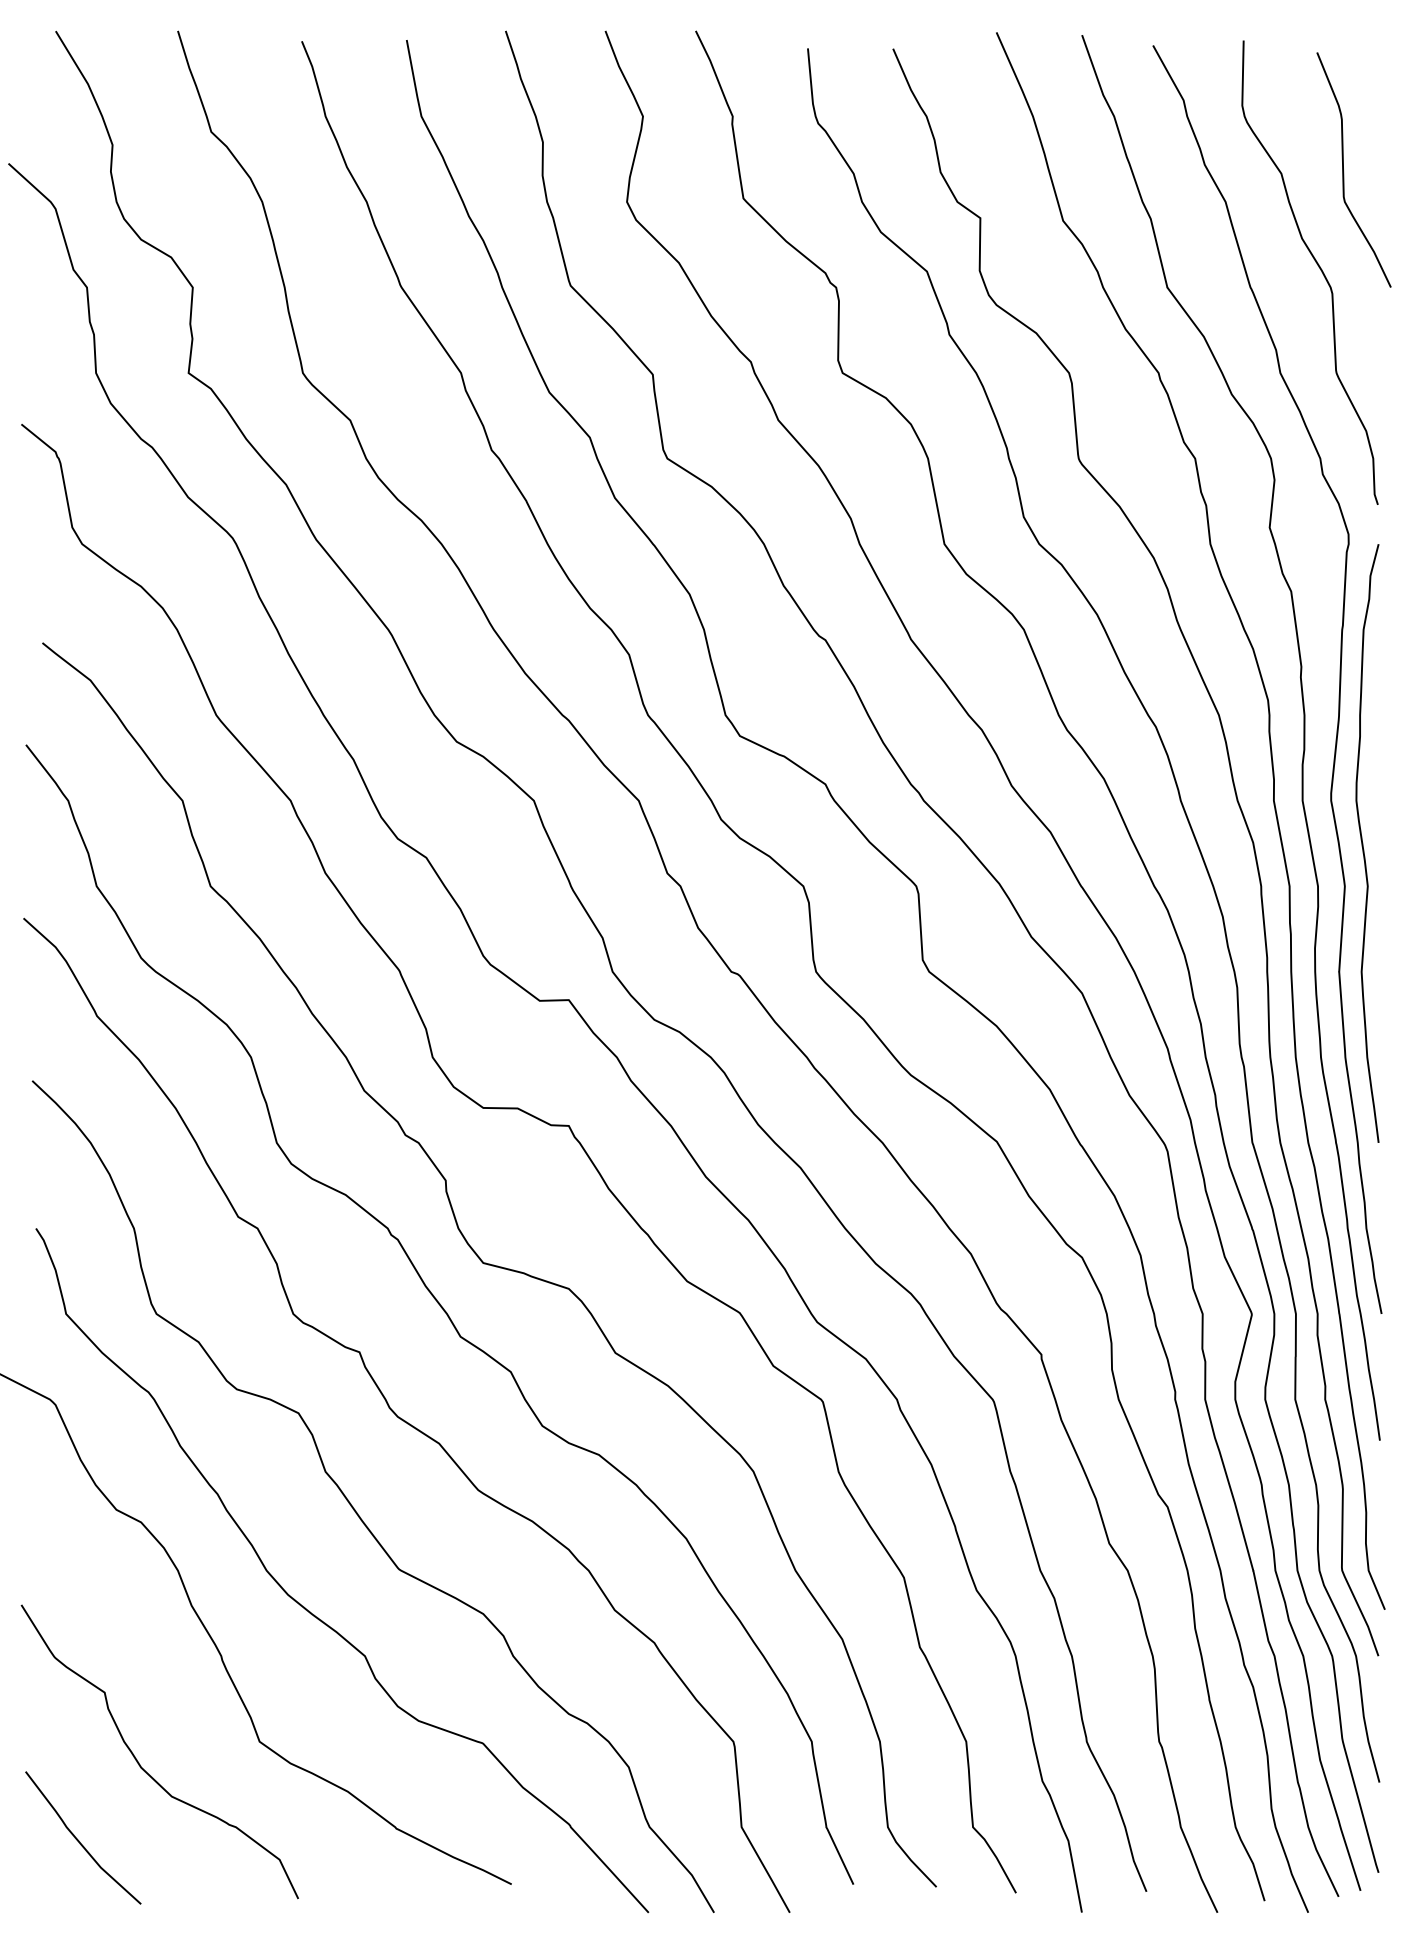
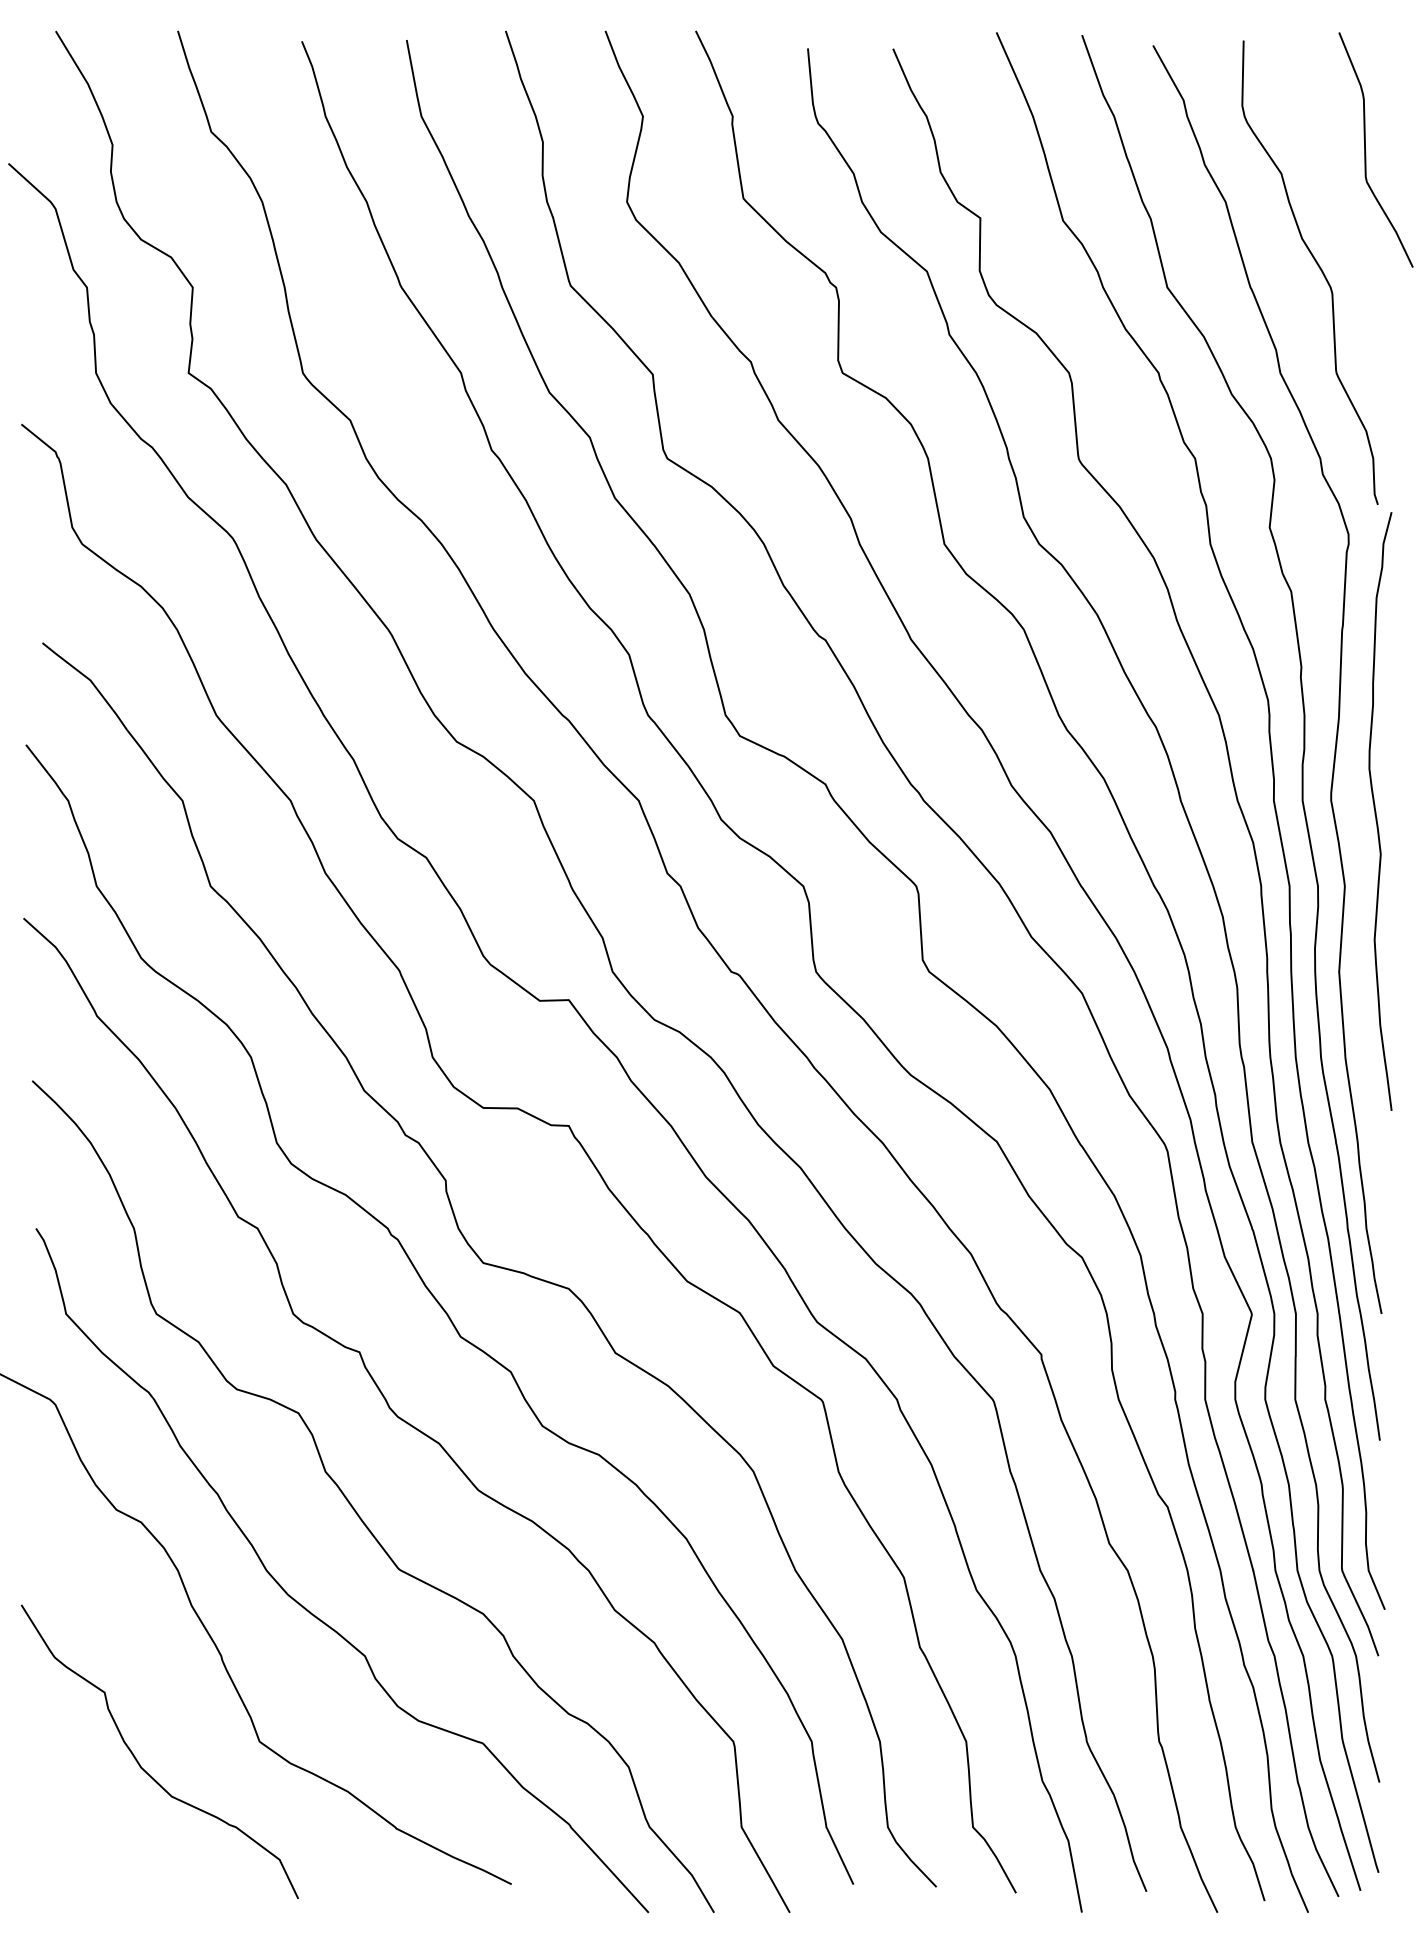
curve at (1344, 172) position: (1344, 172) -> (1366, 152)
curve at (1363, 843) position: (1363, 843) -> (1376, 811)
curve at (79, 1840): present -> none
